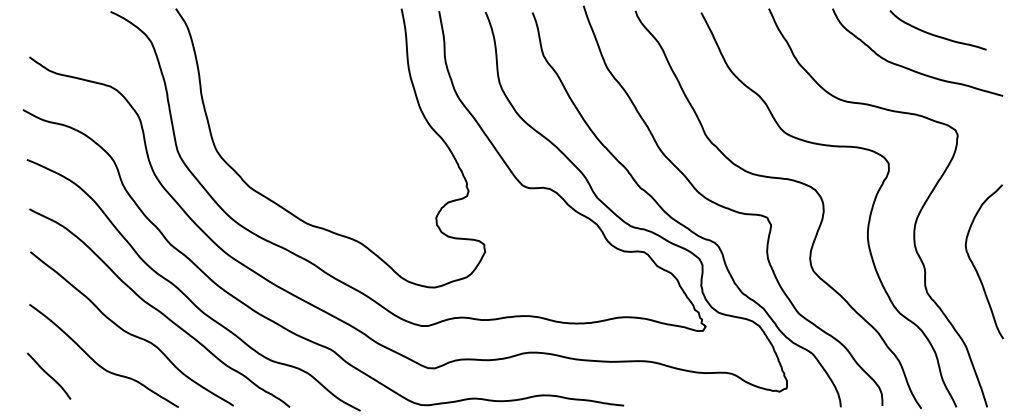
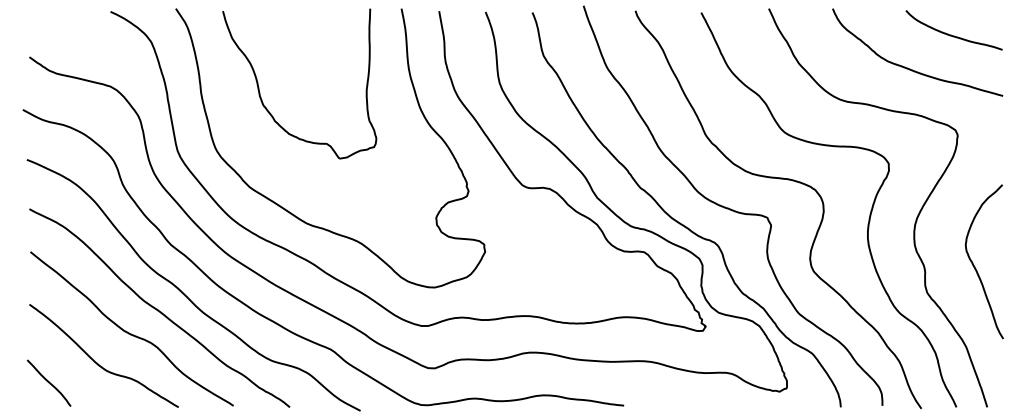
curve at (935, 34) position: (935, 34) -> (951, 34)
curve at (260, 92): none -> present
curve at (48, 375) position: (48, 375) -> (48, 382)
